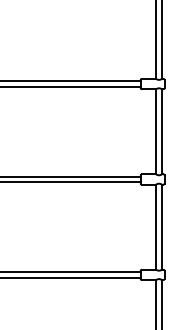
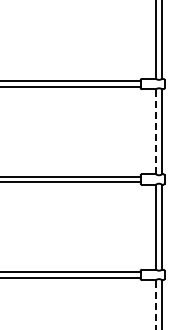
line at (156, 131): solid -> dashed
line at (156, 304): solid -> dashed
